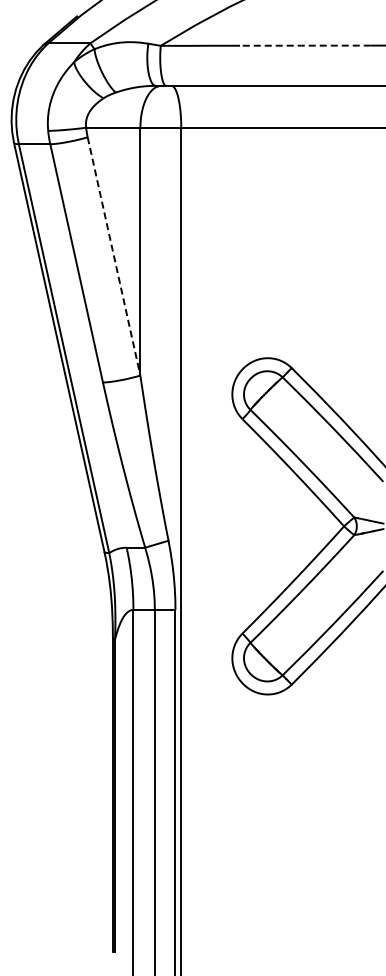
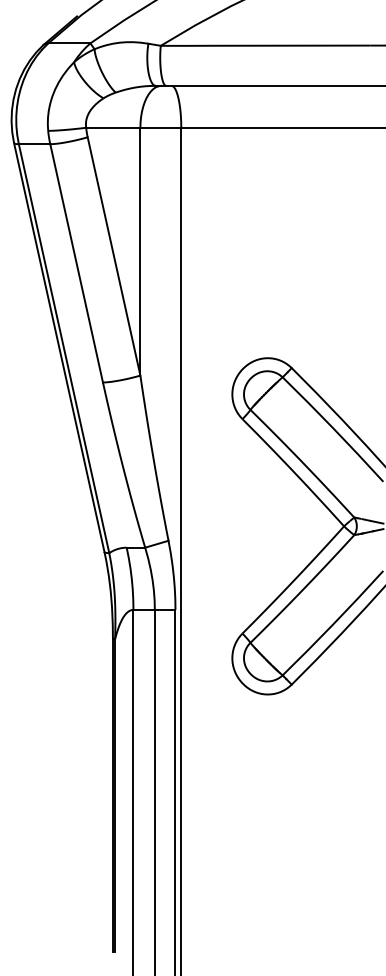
line at (304, 45): dashed -> solid
line at (114, 256): dashed -> solid
